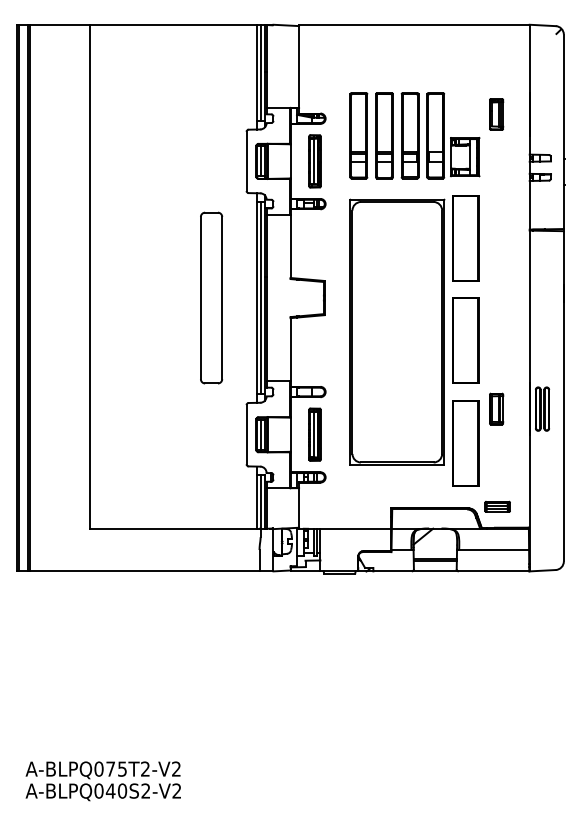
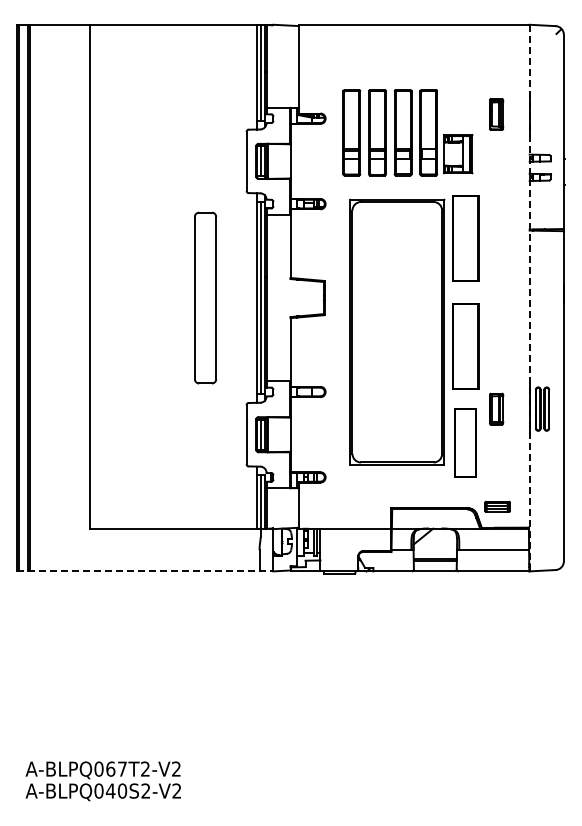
part at (414, 135) position: (414, 135) -> (407, 132)
part at (314, 161): present -> none
part at (211, 297) position: (211, 297) -> (205, 297)
line at (529, 297): solid -> dashed
part at (465, 340) position: (465, 340) -> (465, 346)
part at (314, 434): present -> none
part at (465, 443) size: 28x87 px -> 23x70 px
line at (145, 571): solid -> dashed
text at (116, 768): A-BLPQ075T2-V2 -> A-BLPQ067T2-V2
